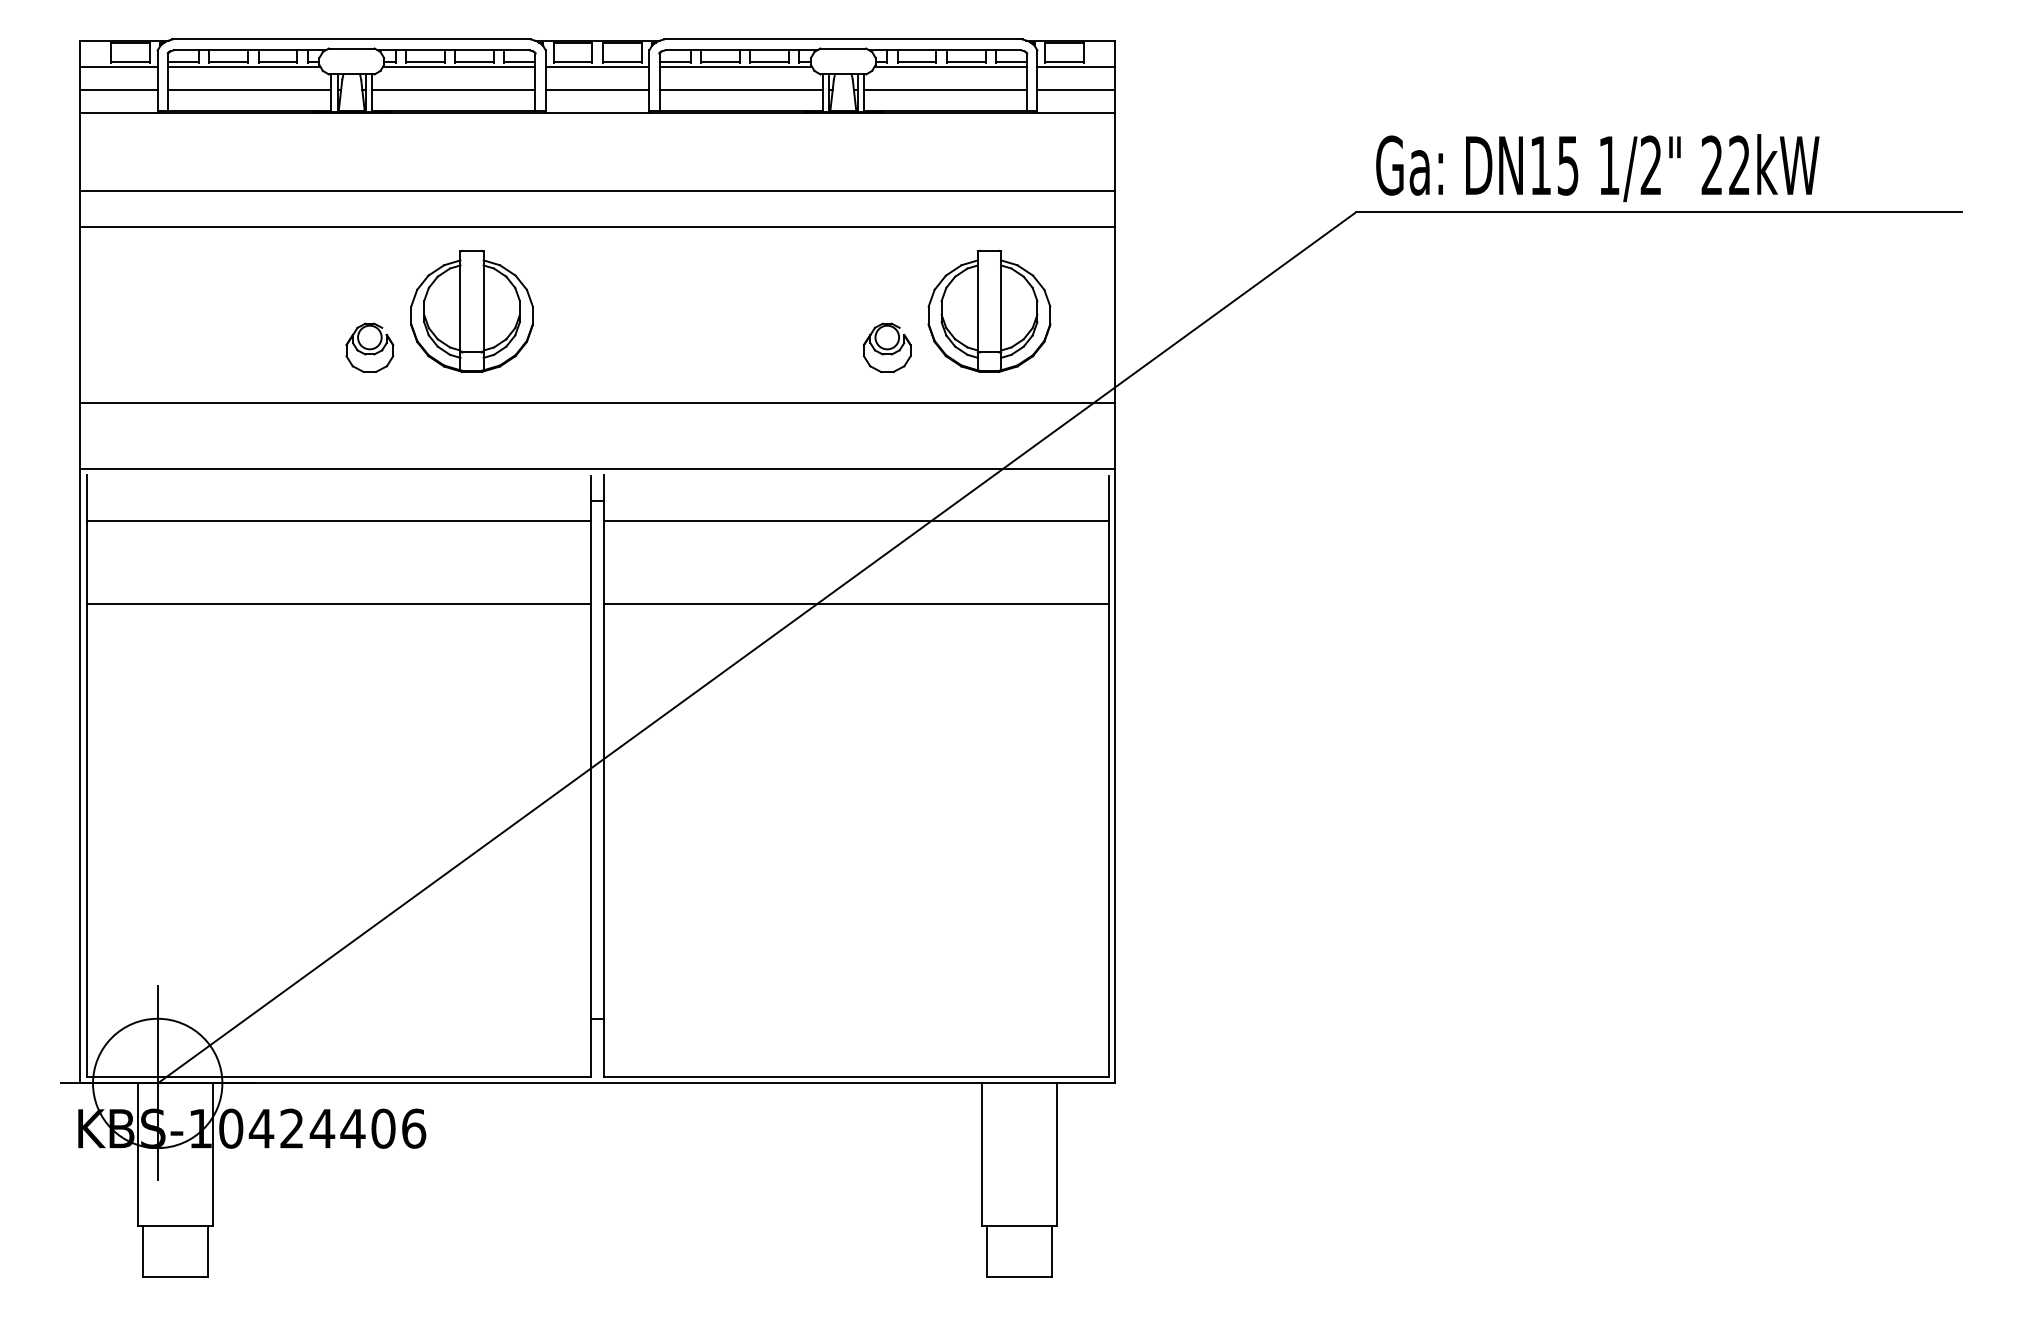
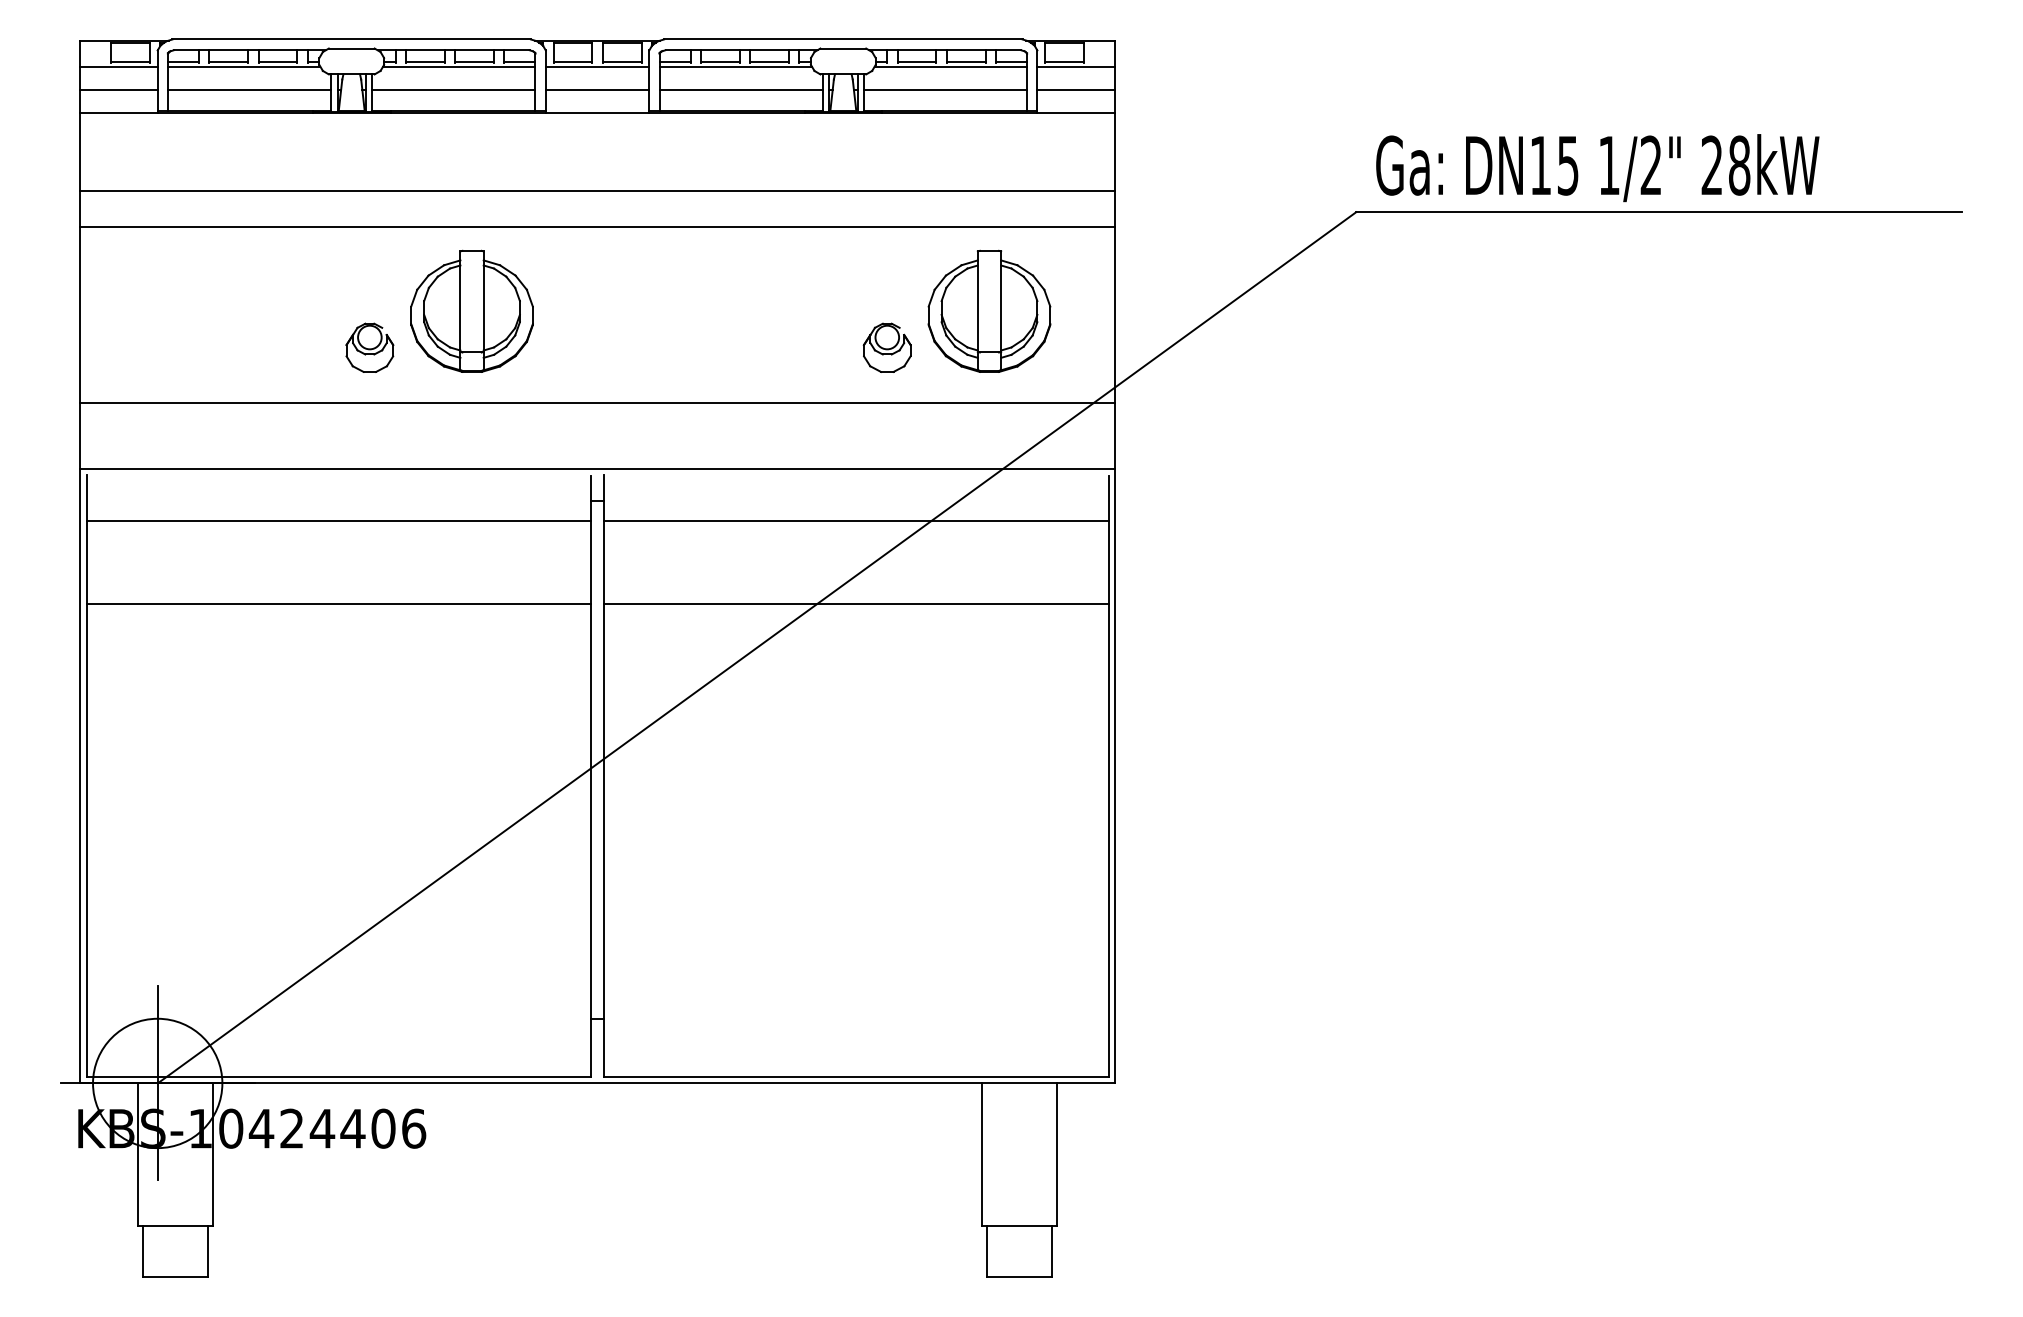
text at (1739, 165): 22kW -> 28kW
